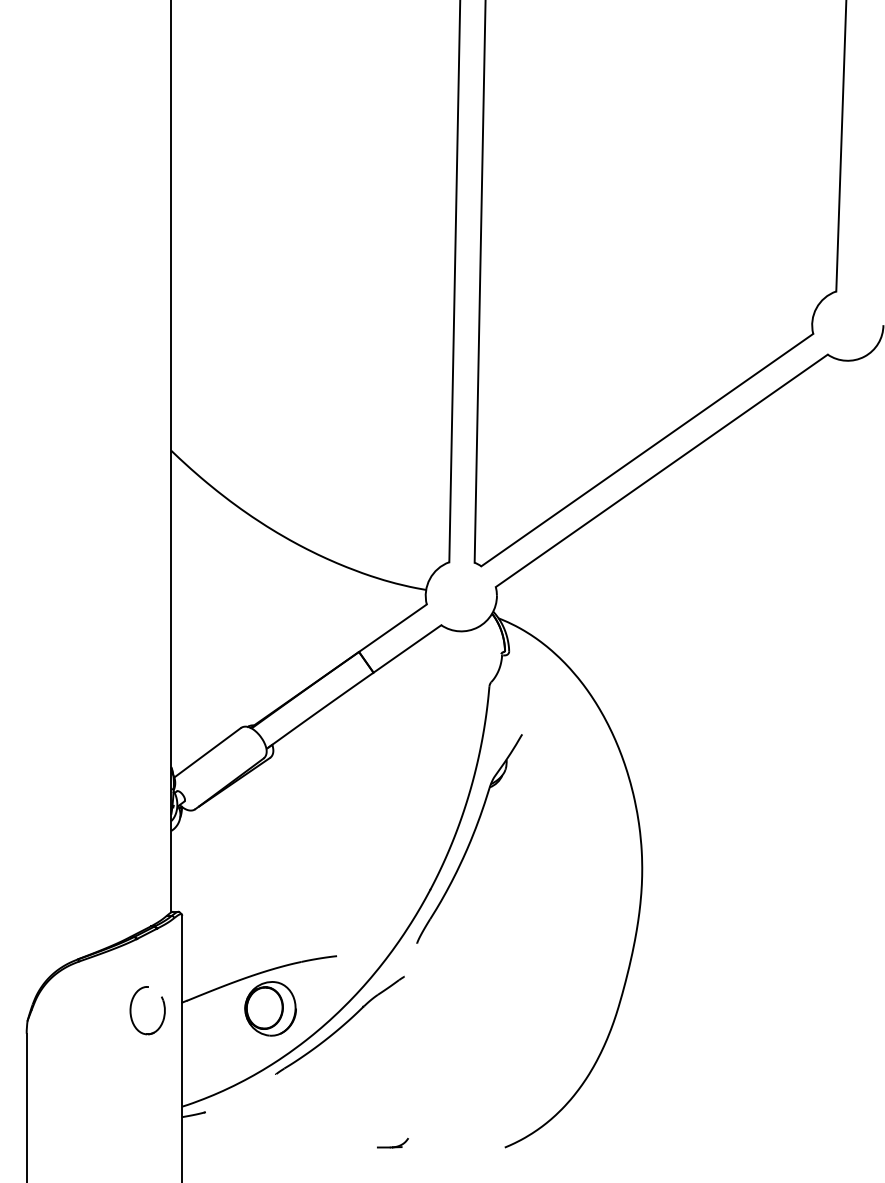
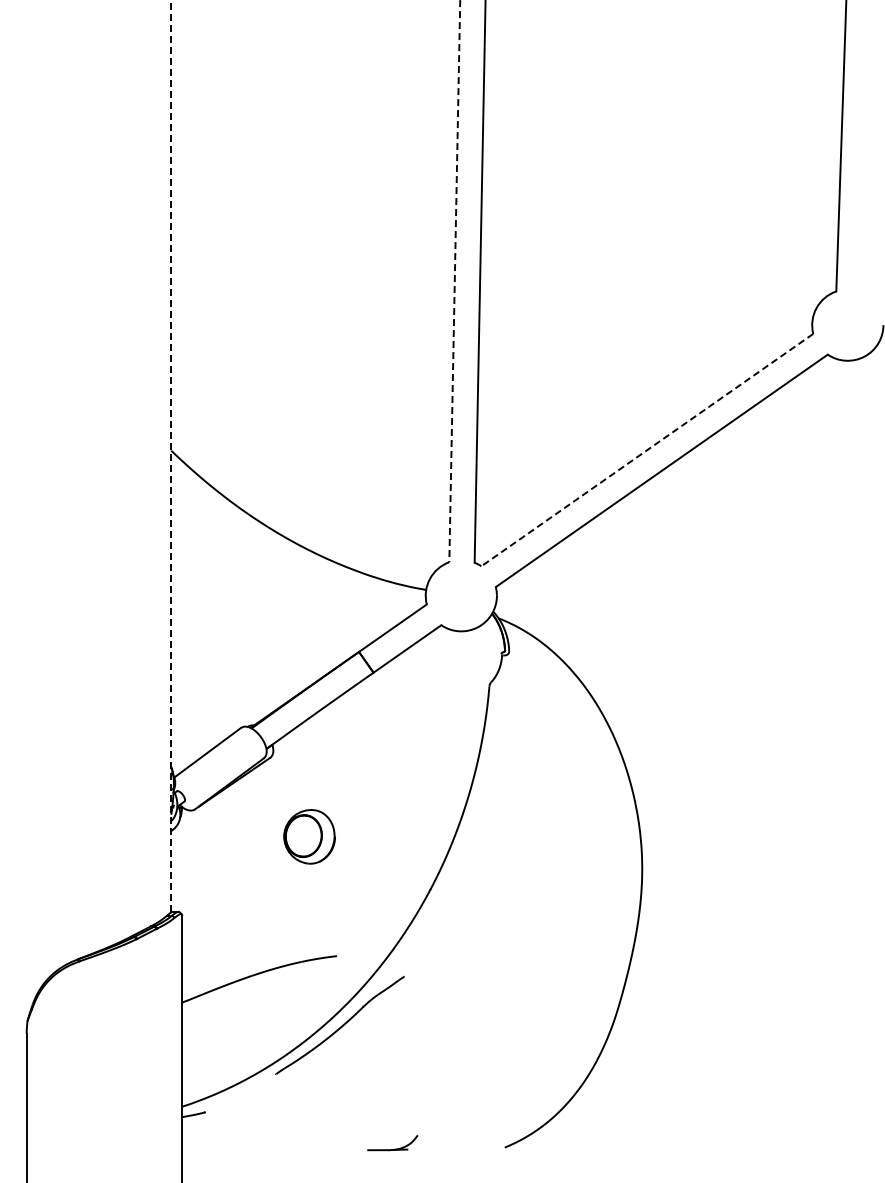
line at (454, 281): solid -> dashed
line at (647, 450): solid -> dashed
line at (171, 456): solid -> dashed
part at (469, 838): present -> none
part at (270, 1008) position: (270, 1008) -> (309, 836)
part at (131, 1010): present -> none
part at (392, 1142) size: 32x12 px -> 52x17 px
